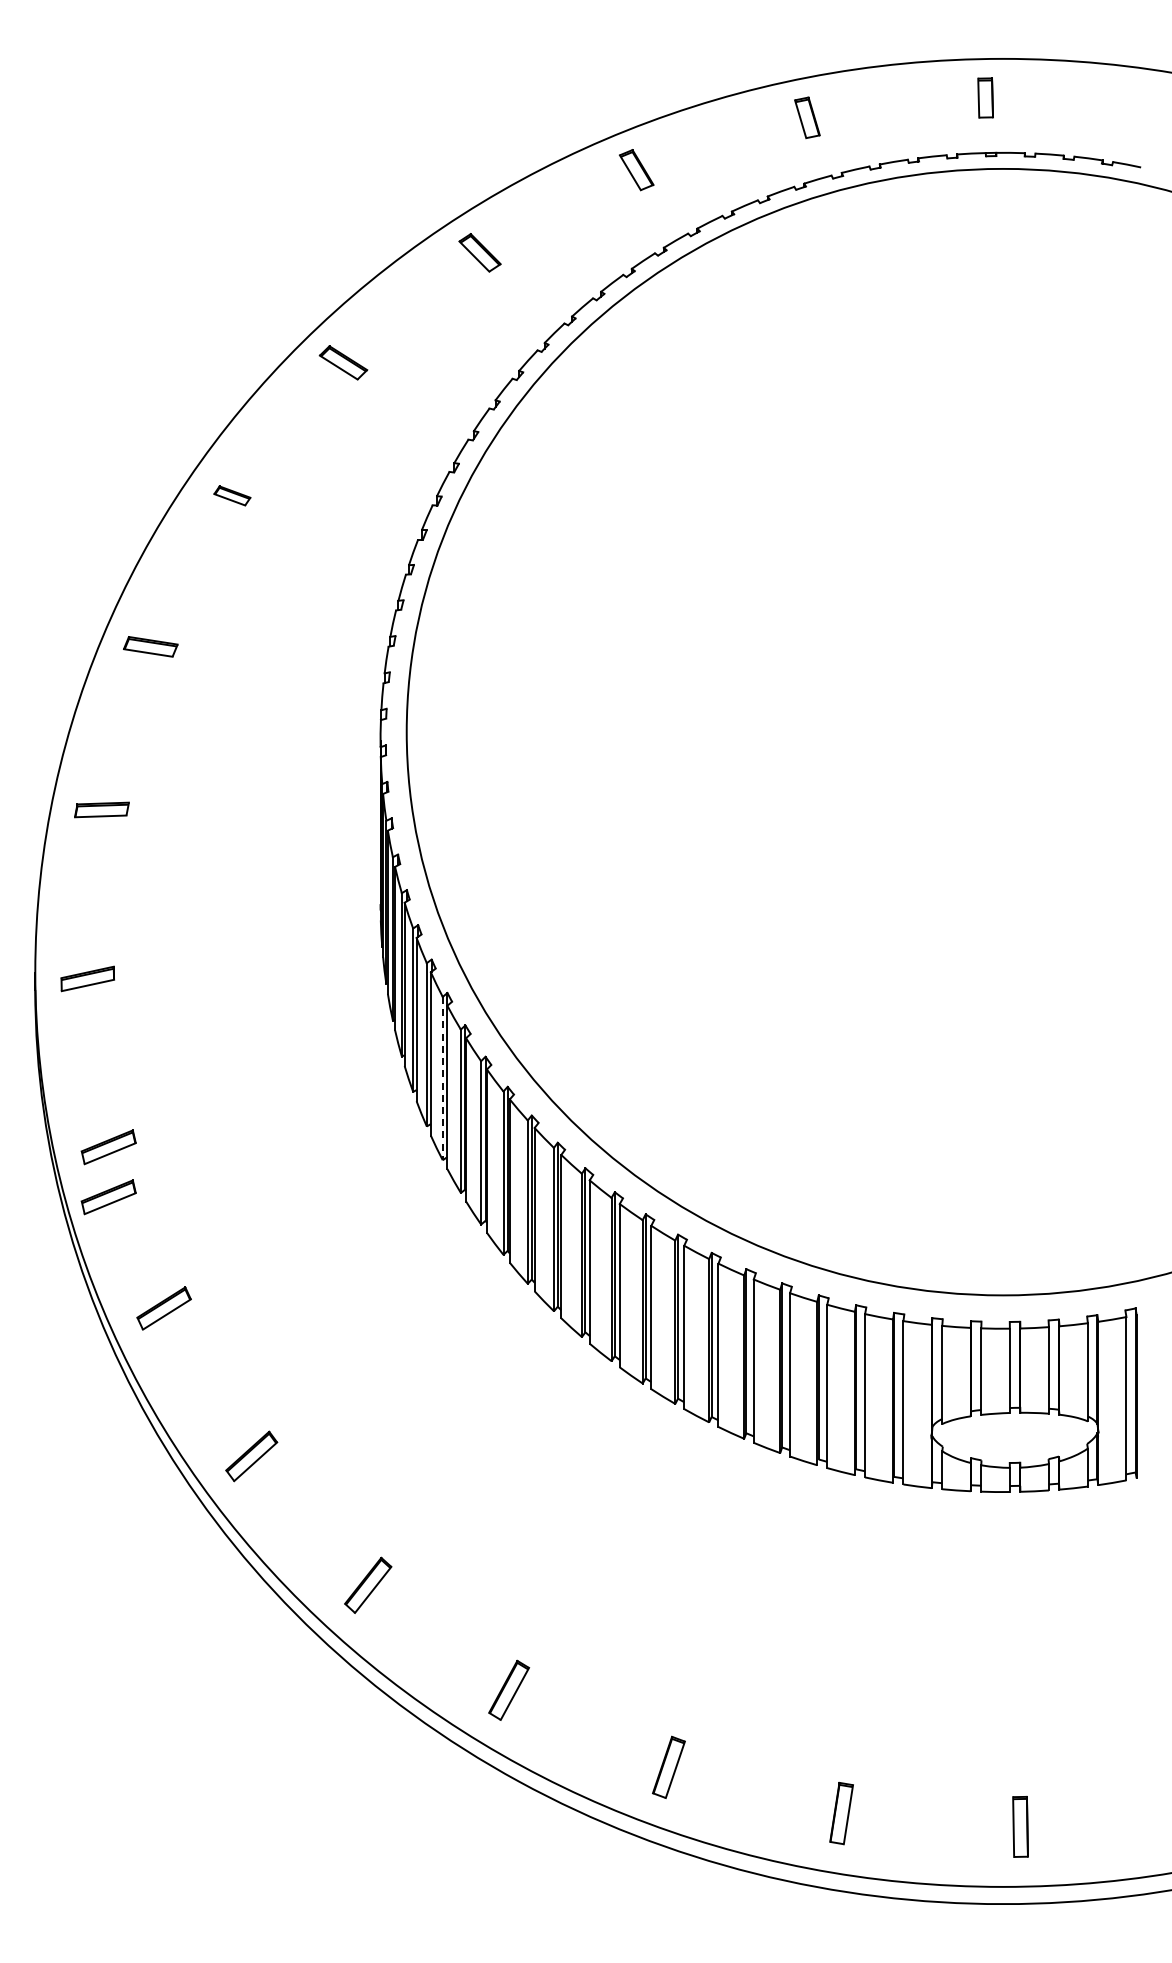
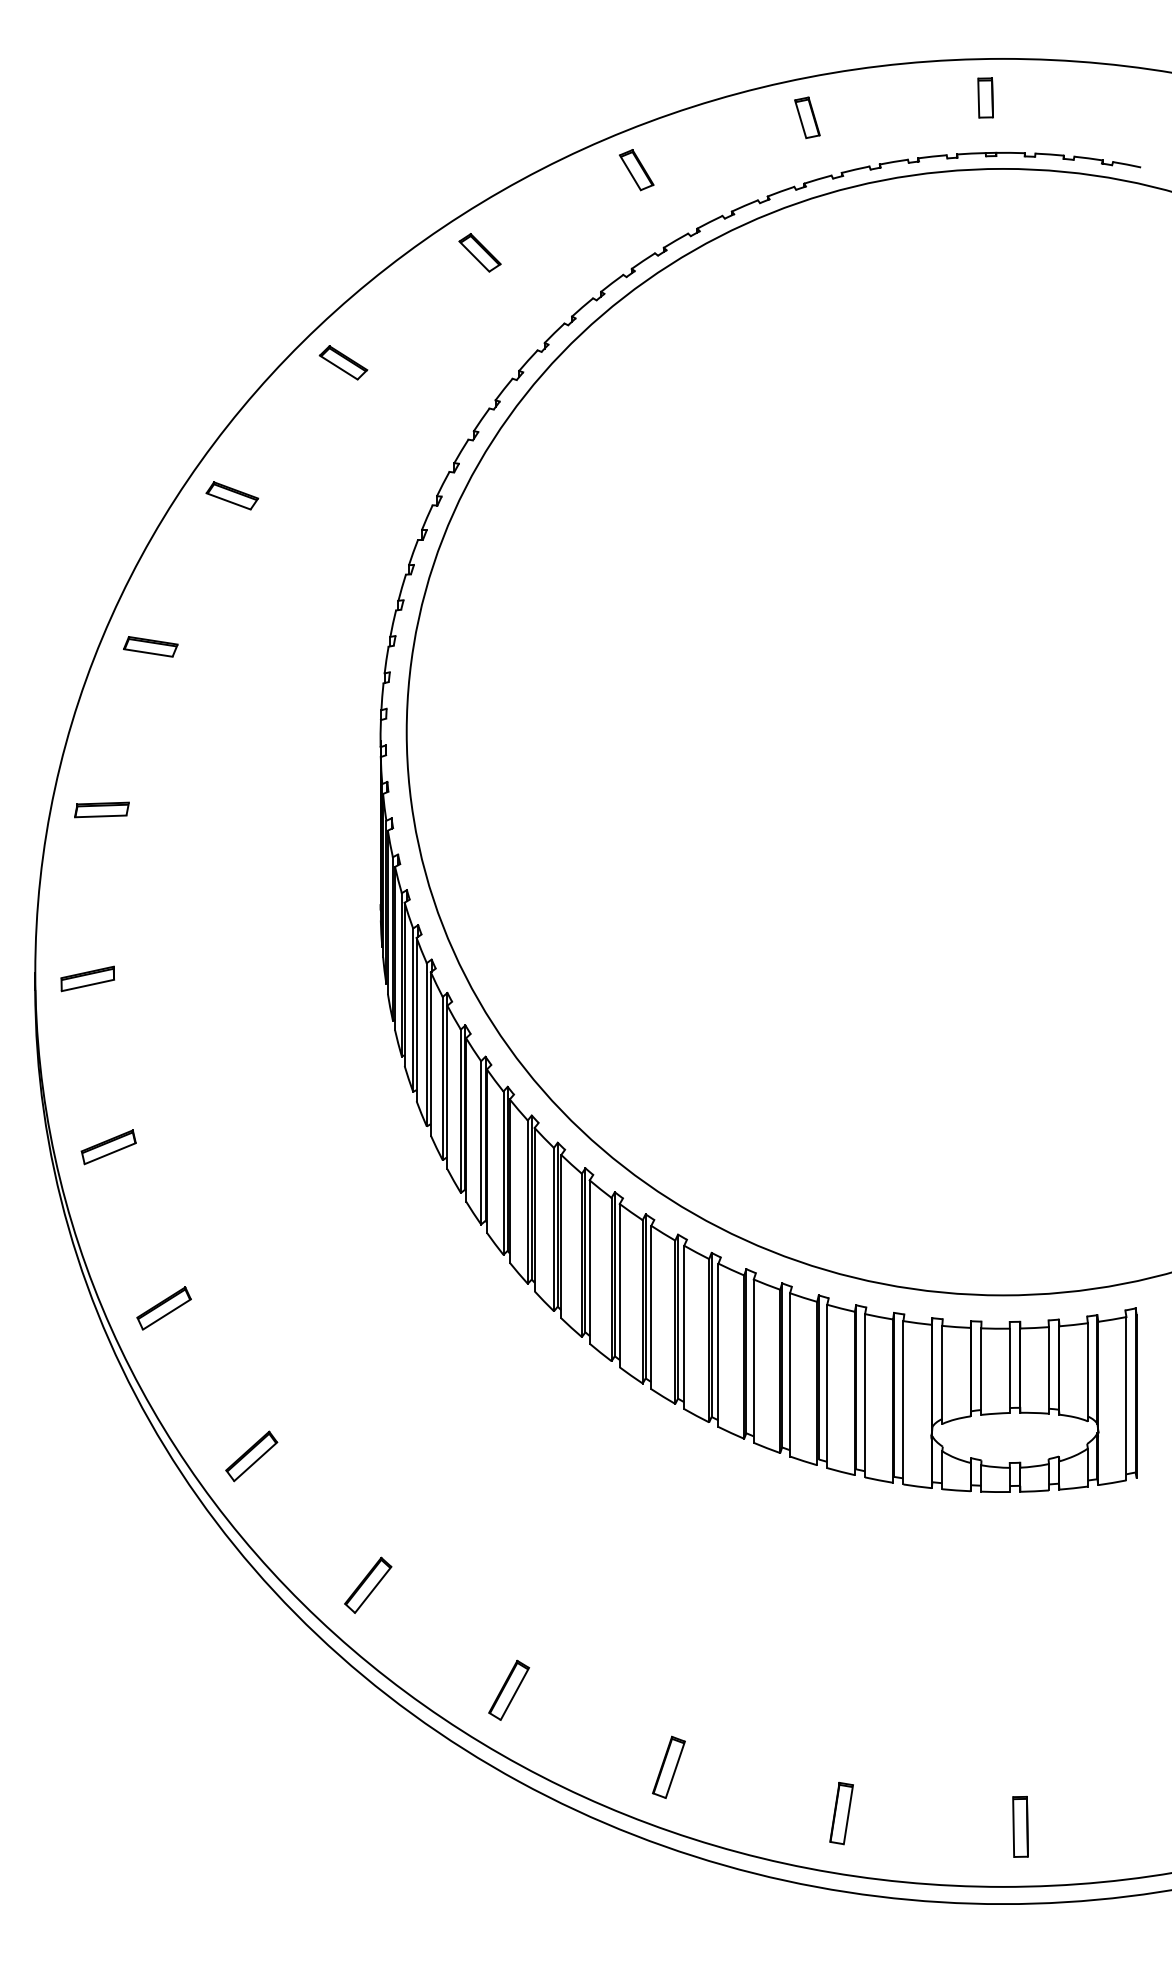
part at (232, 495) size: 39x22 px -> 55x30 px
line at (442, 1078): dashed -> solid
part at (108, 1197): present -> none
